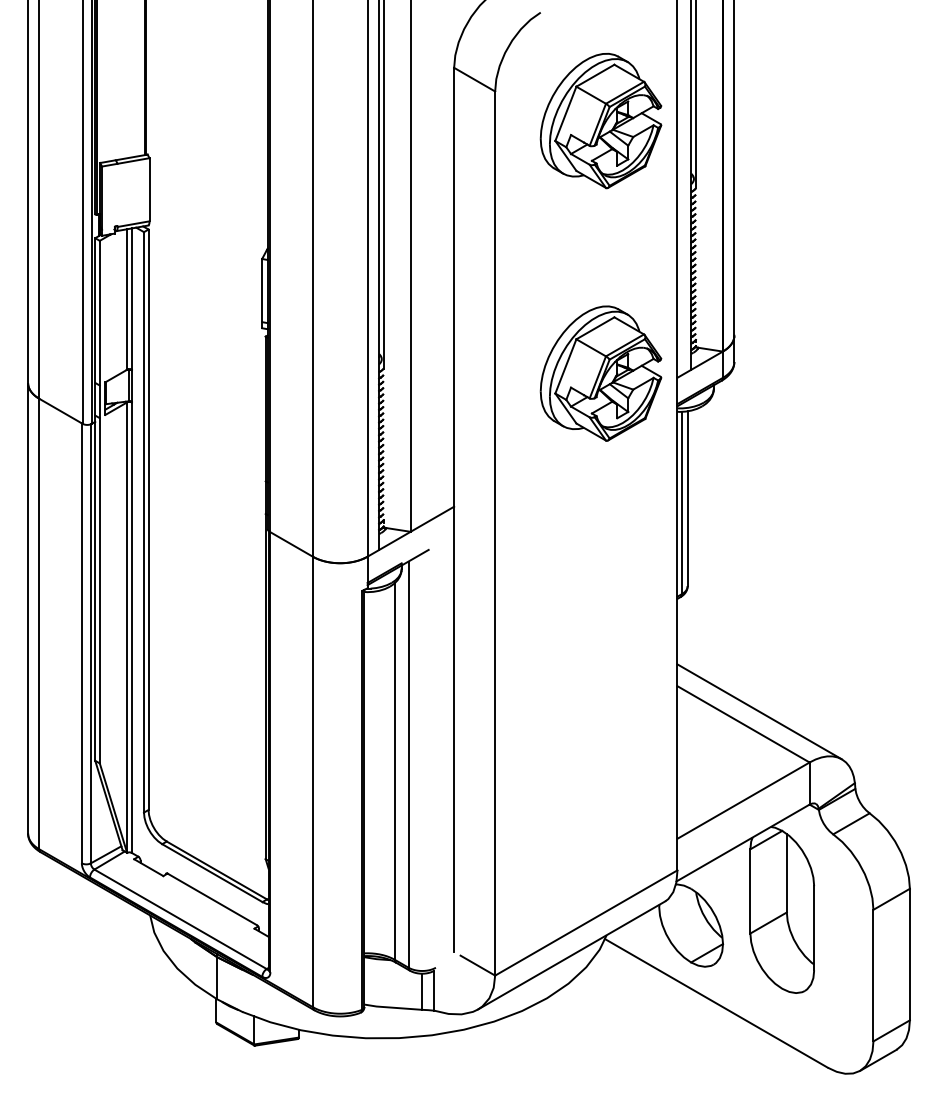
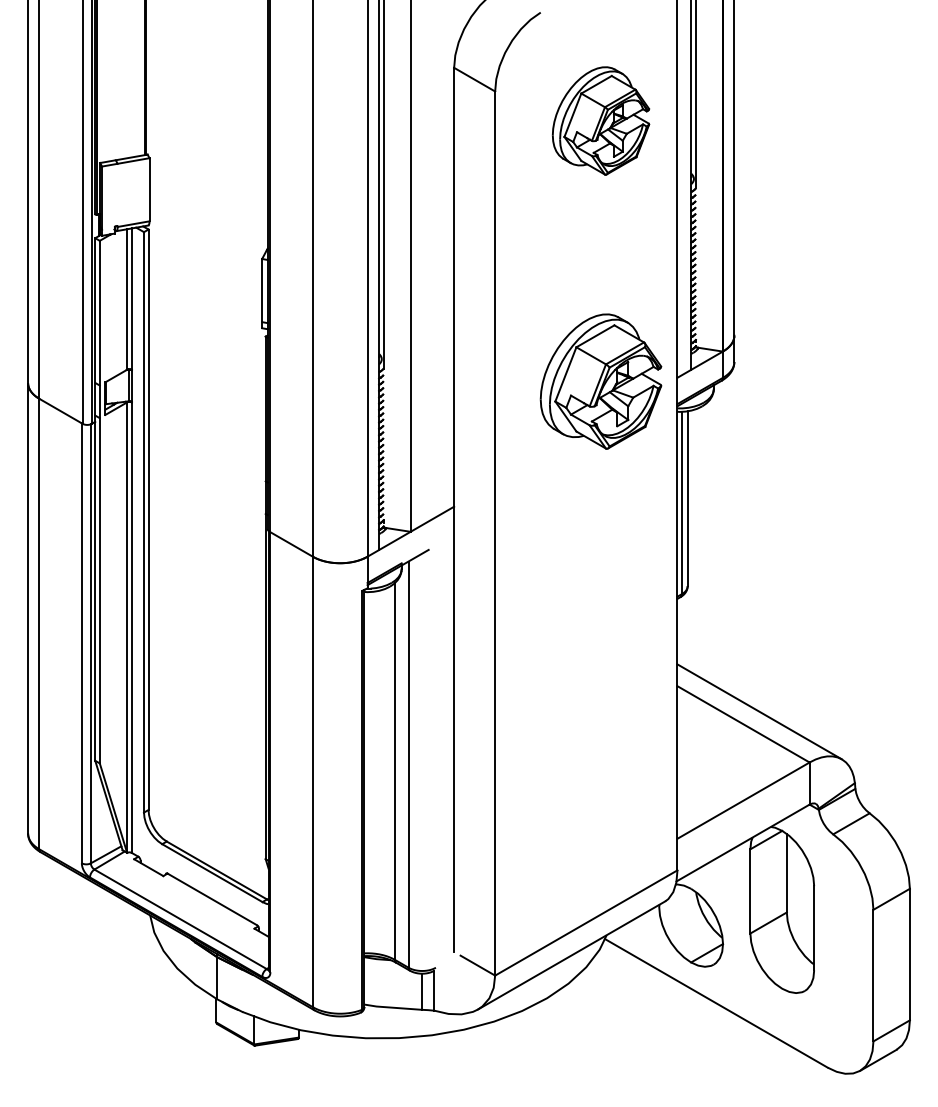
part at (600, 120) size: 124x138 px -> 100x110 px
part at (600, 373) position: (600, 373) -> (600, 381)
